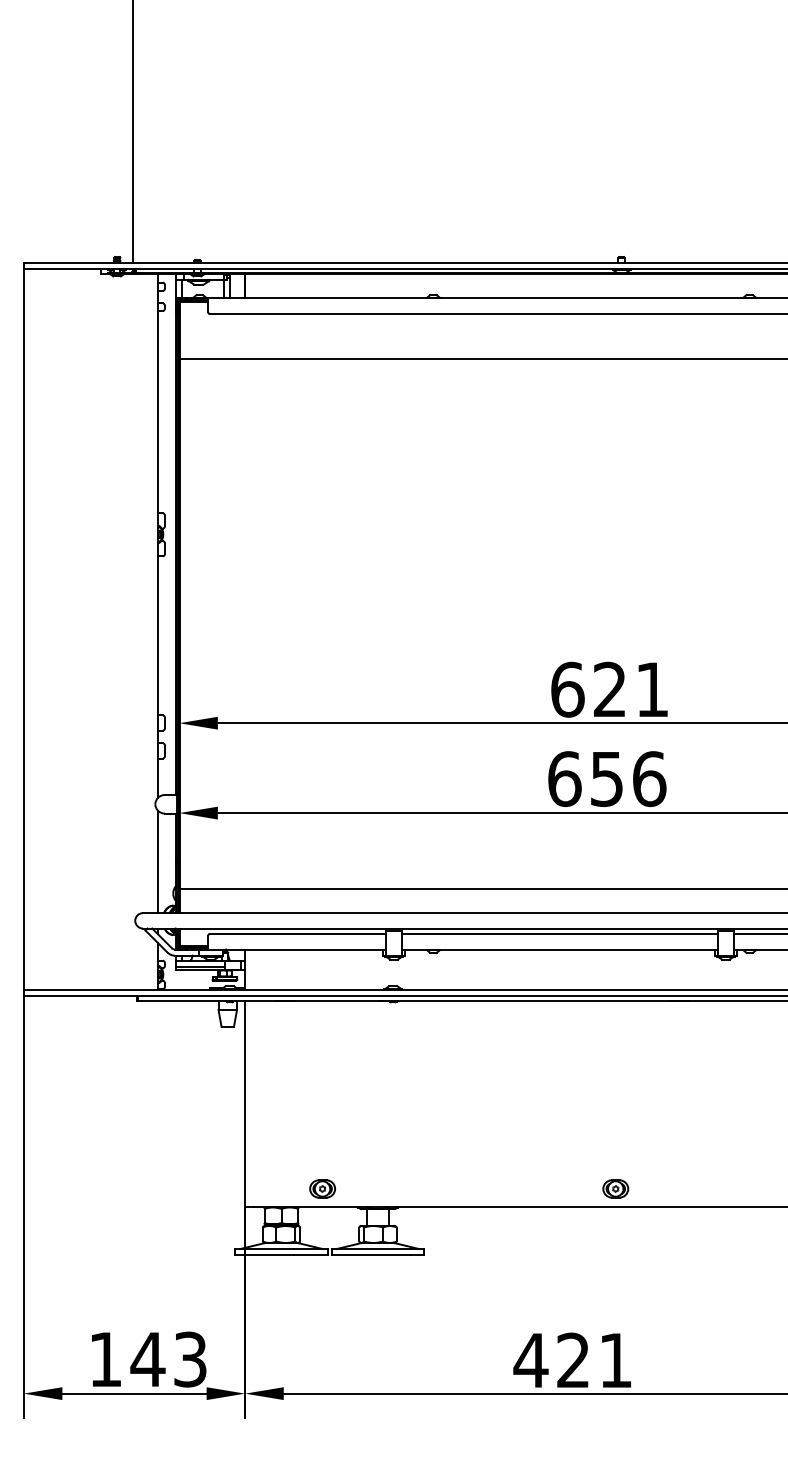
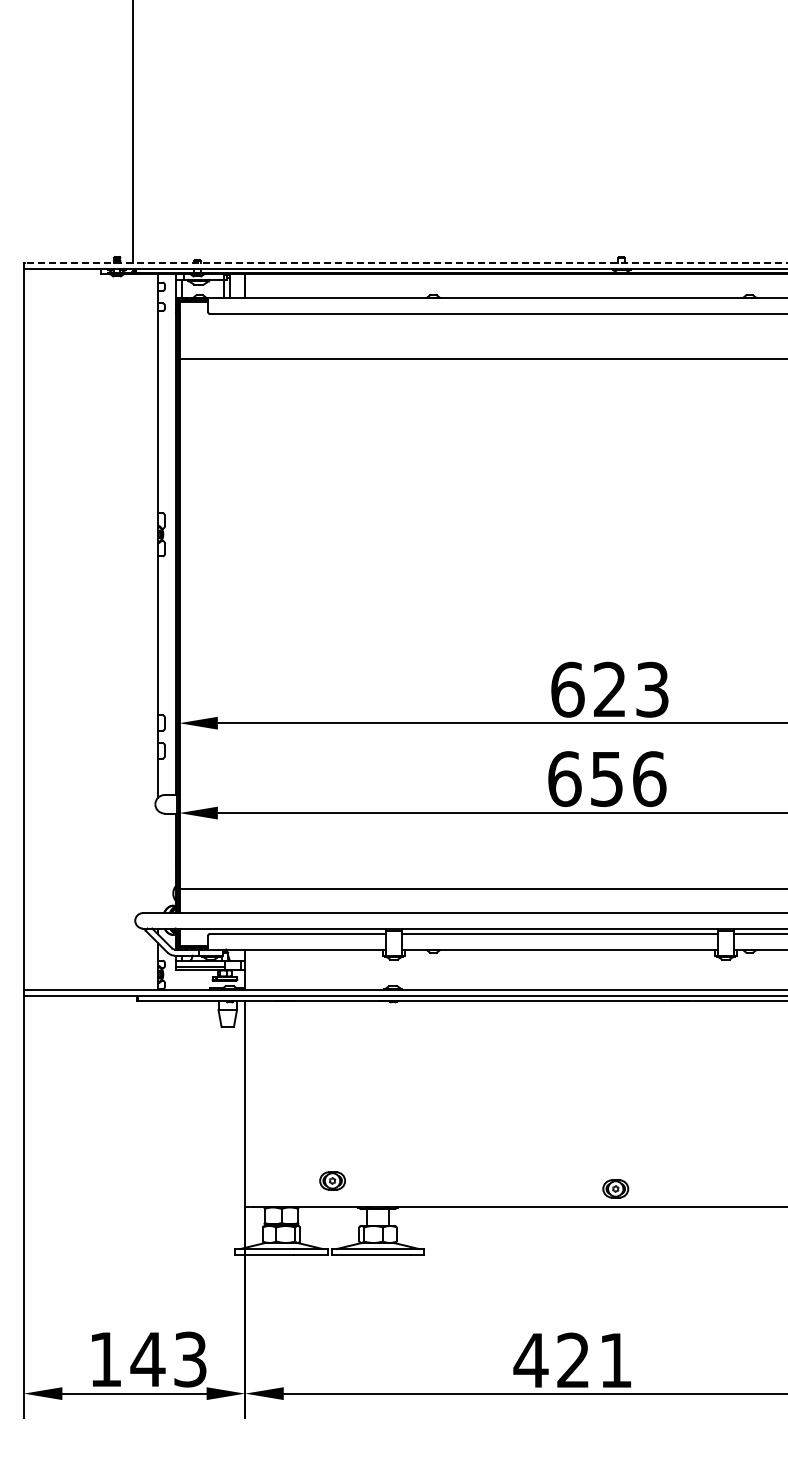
line at (406, 263): solid -> dashed
text at (652, 689): 621 -> 623
line at (158, 861): present -> none
part at (322, 1188) position: (322, 1188) -> (332, 1180)
